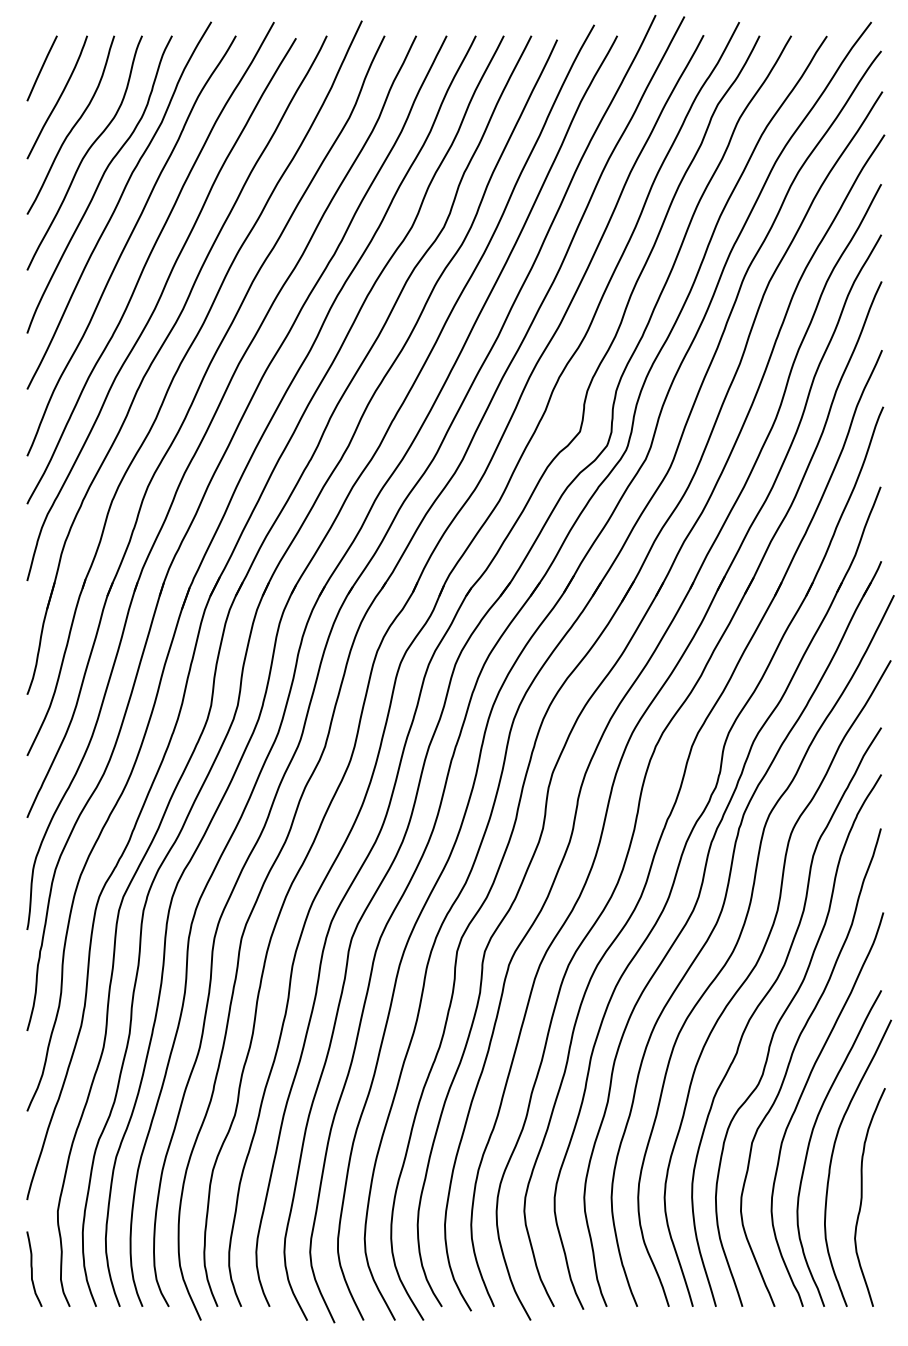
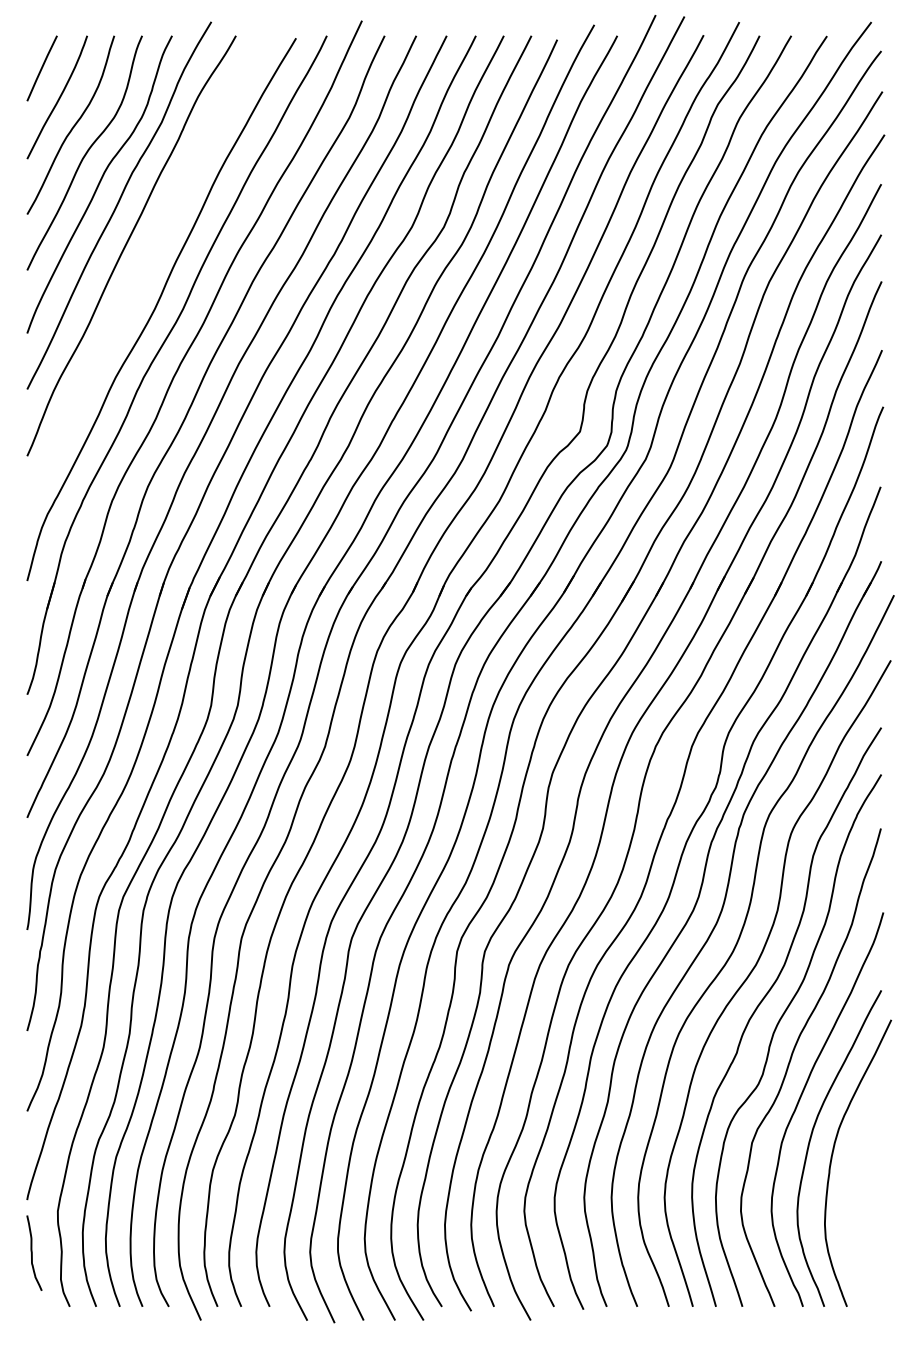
curve at (148, 260): present -> none
curve at (862, 1197): present -> none
curve at (32, 1268) position: (32, 1268) -> (32, 1252)
